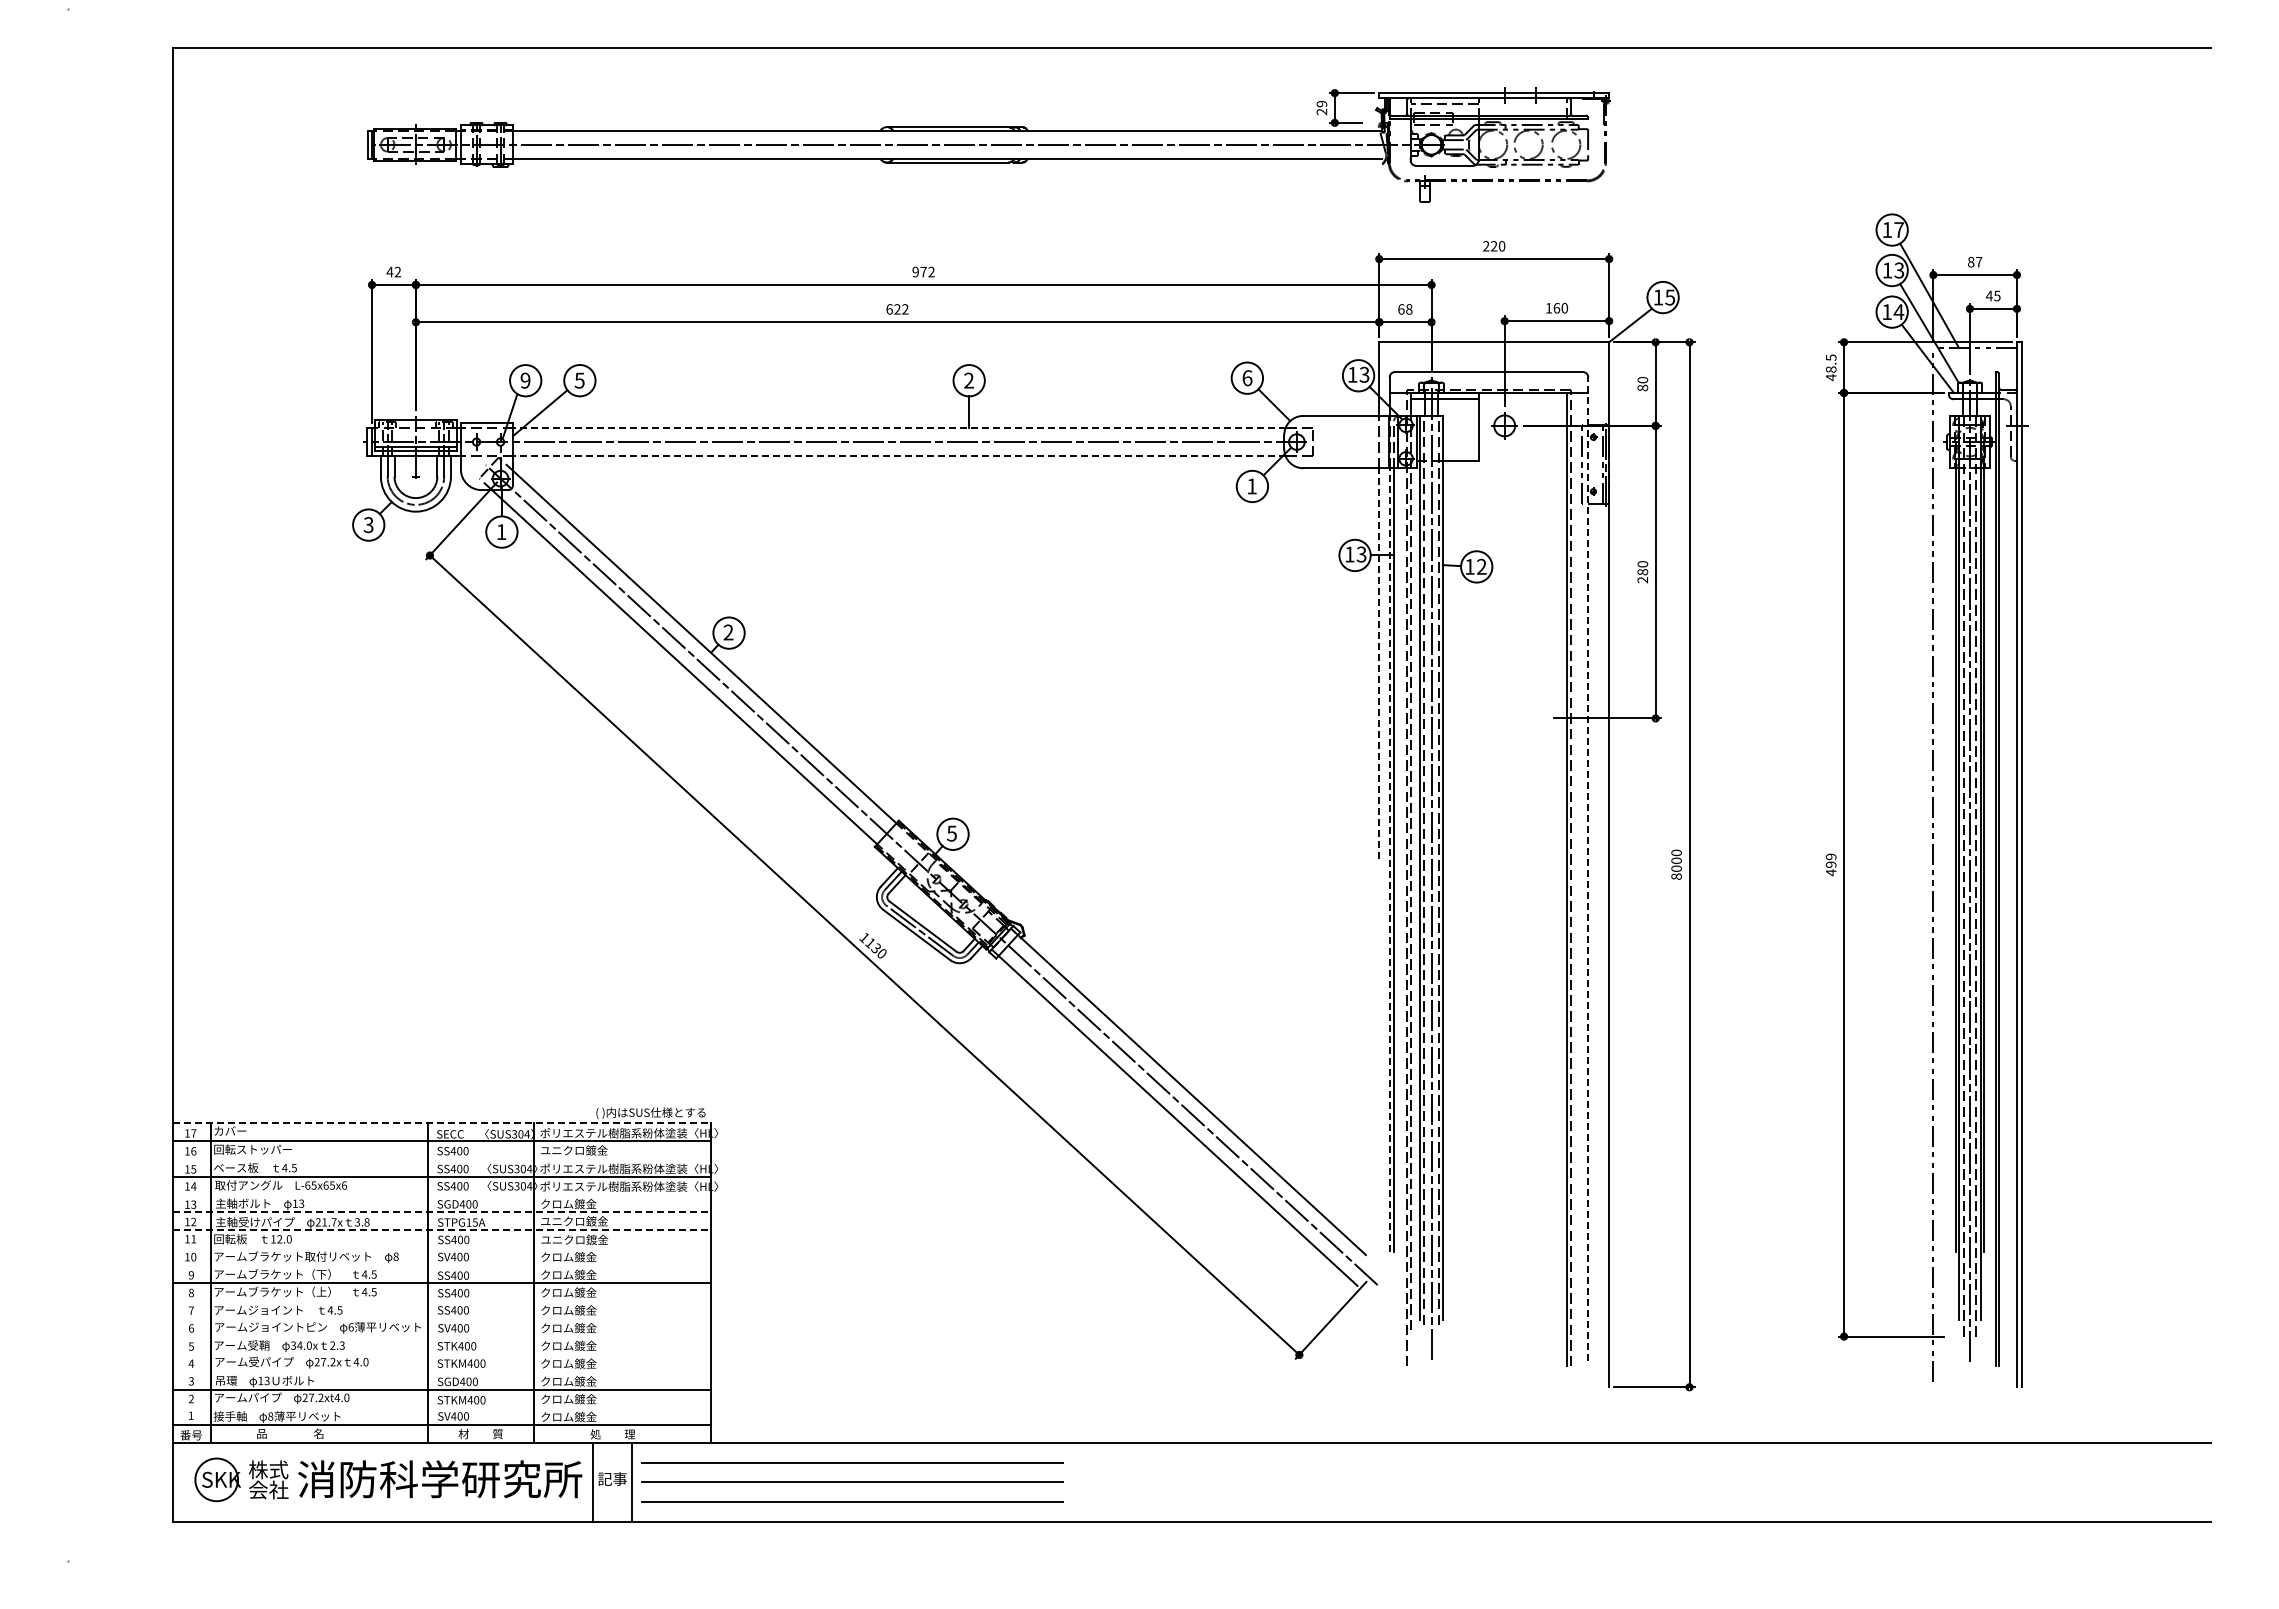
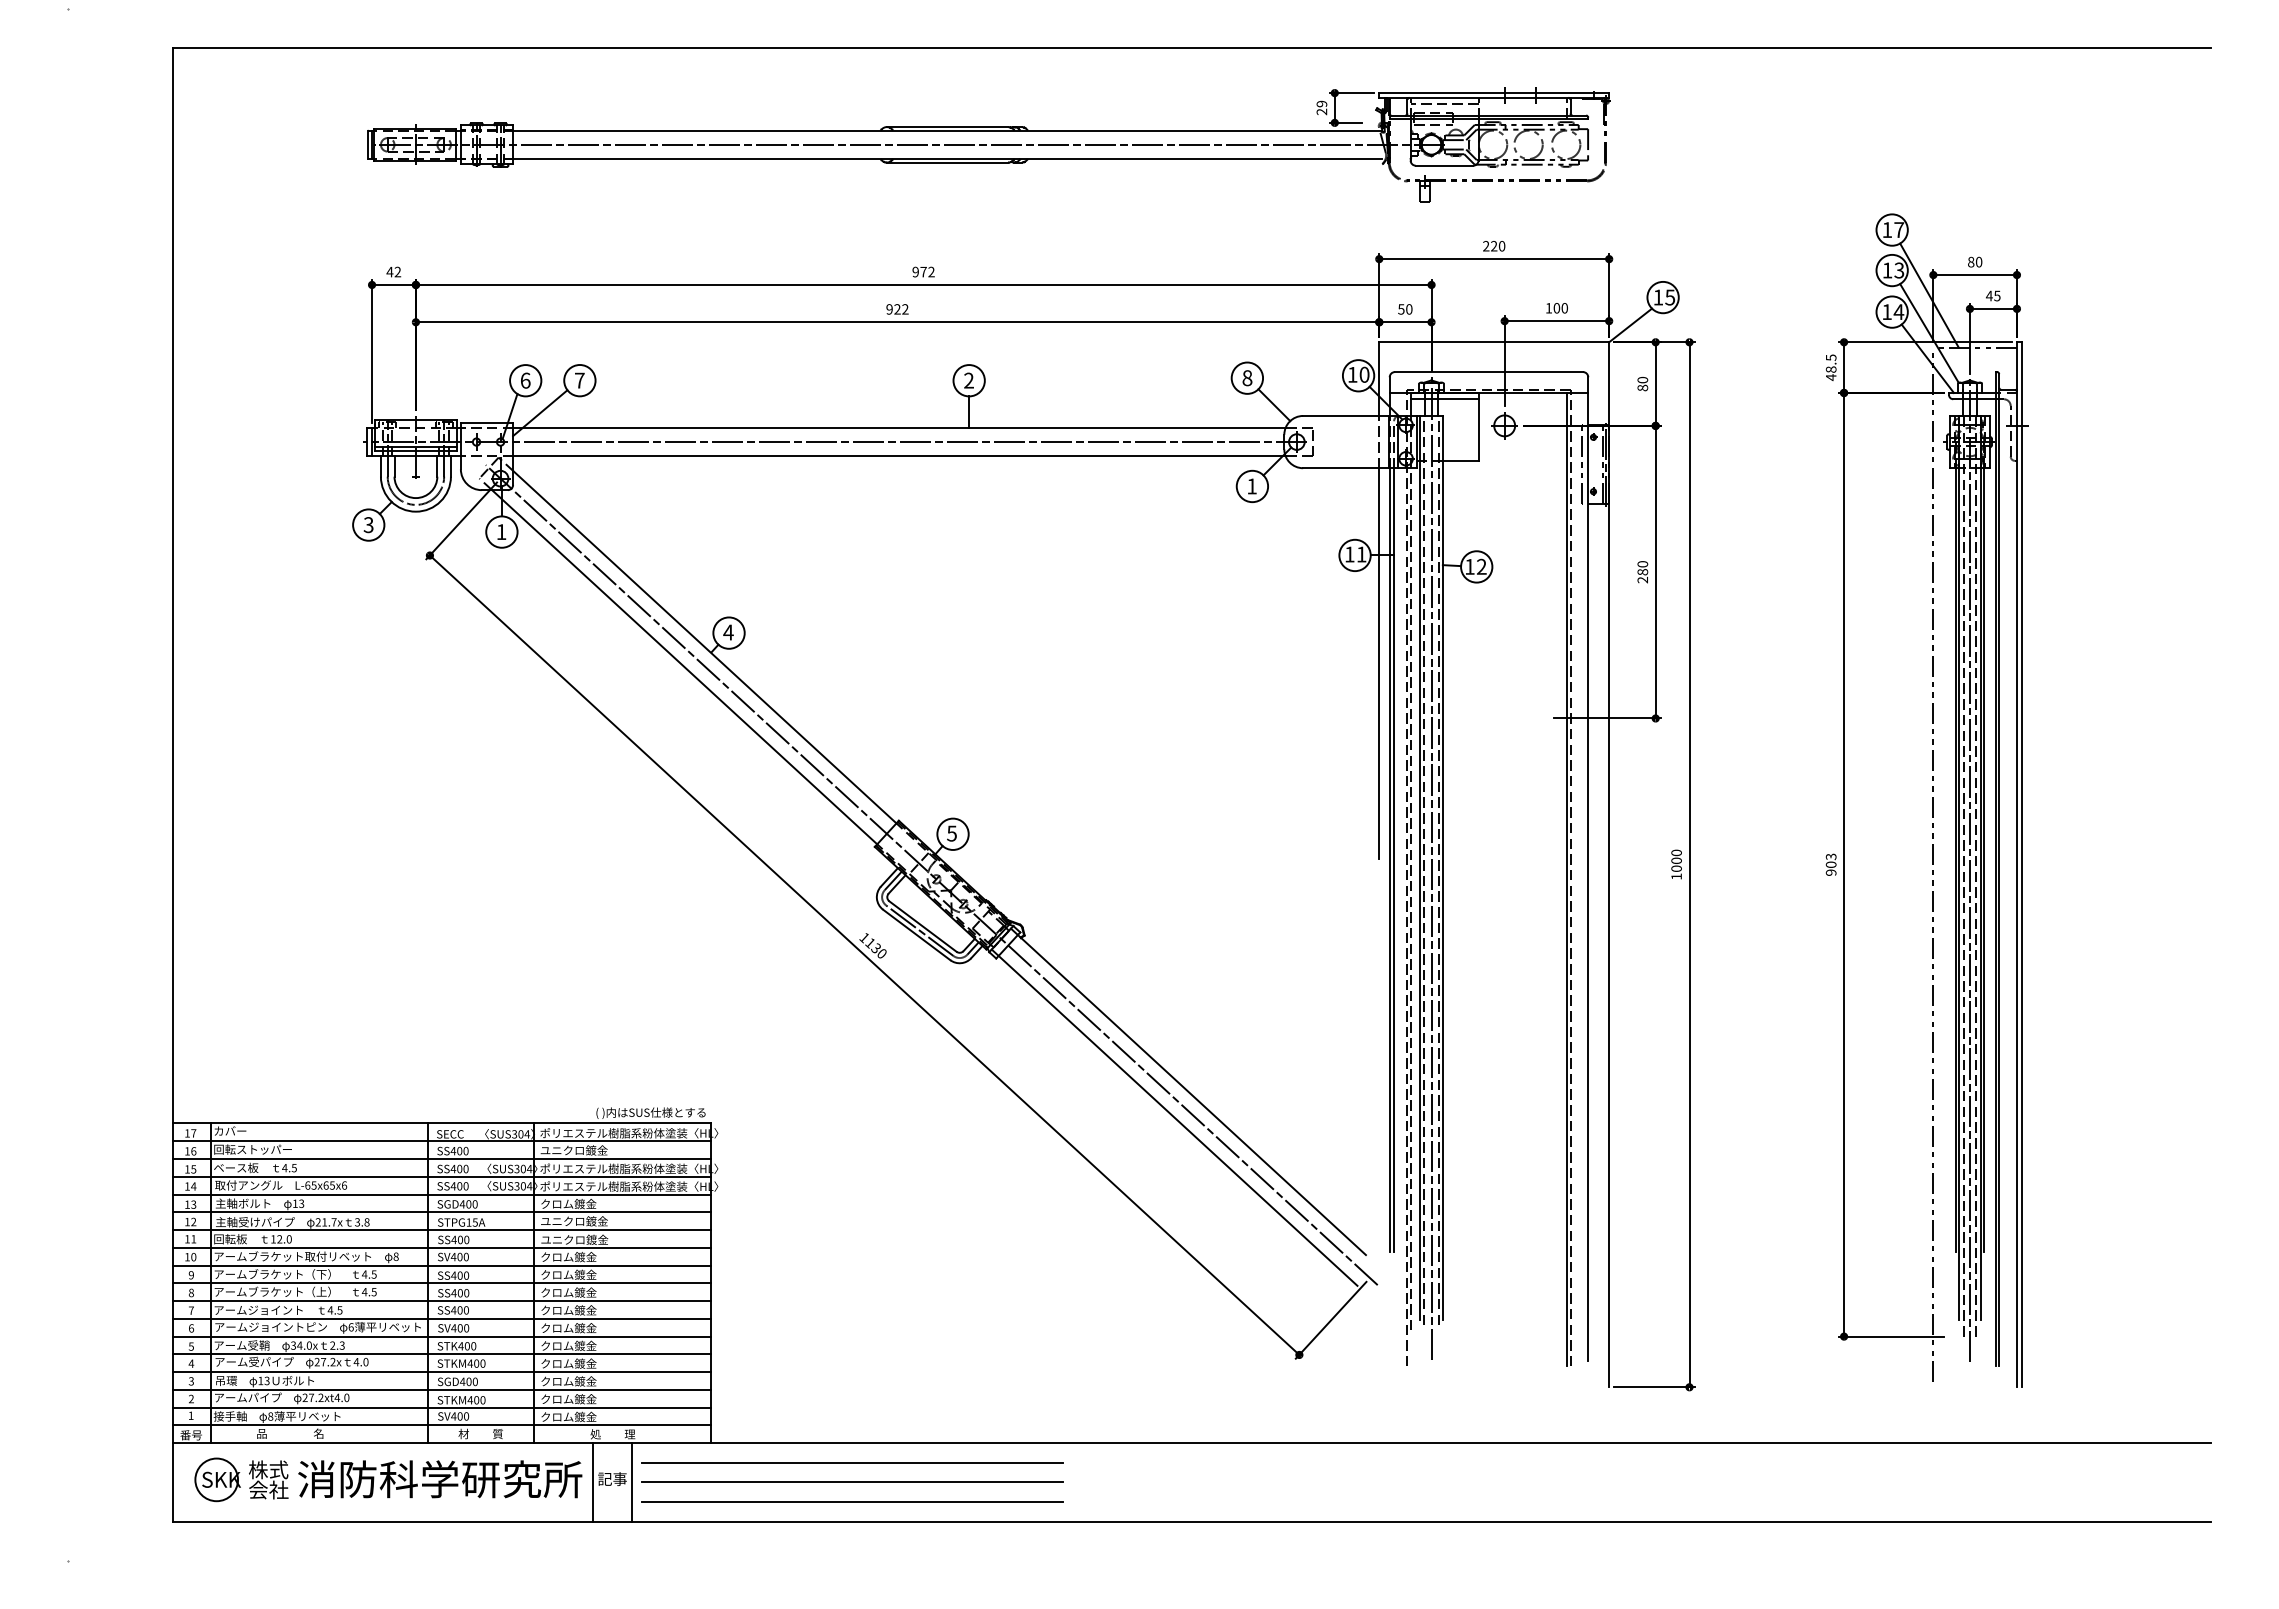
text at (1978, 261): 87 -> 80
text at (1556, 308): 160 -> 100
text at (889, 309): 622 -> 922
text at (1405, 309): 68 -> 50
text at (1364, 374): 13 -> 10
text at (1247, 378): 6 -> 8
text at (525, 380): 9 -> 6
text at (579, 380): 5 -> 7
line at (898, 427): dashed -> solid
line at (898, 456): dashed -> solid
text at (1361, 554): 13 -> 11
text at (728, 632): 2 -> 4
line at (1379, 662): dashed -> solid
line at (1389, 860): dashed -> solid
text at (1830, 864): 499 -> 903
line at (1588, 869): dashed -> solid
text at (1676, 876): 8000 -> 1000
line at (442, 1123): dashed -> solid
line at (441, 1159): none -> present
line at (441, 1194): none -> present
line at (442, 1212): dashed -> solid
line at (442, 1230): dashed -> solid
line at (441, 1247): none -> present
line at (441, 1265): none -> present
line at (441, 1301): none -> present
line at (441, 1318): none -> present
line at (441, 1336): none -> present
line at (441, 1354): none -> present
line at (441, 1372): none -> present
line at (441, 1407): none -> present
